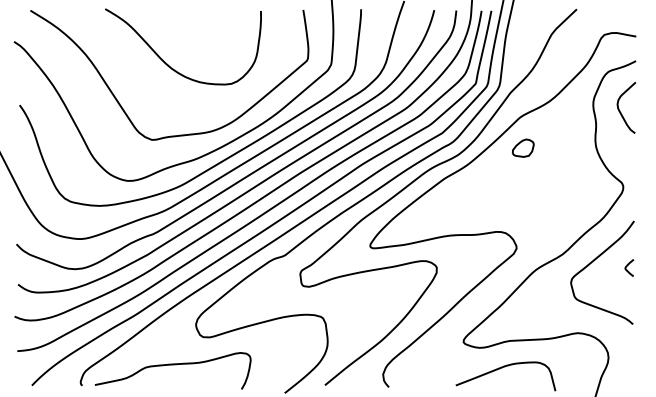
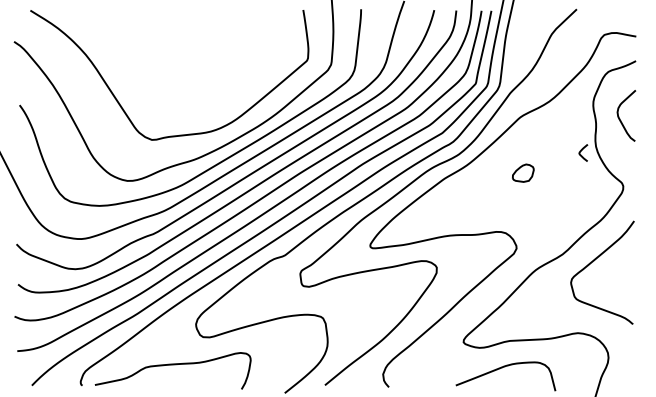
curve at (166, 62): present -> none
curve at (620, 110) position: (620, 110) -> (620, 118)
part at (523, 147) position: (523, 147) -> (523, 172)
curve at (628, 265) position: (628, 265) -> (582, 150)
